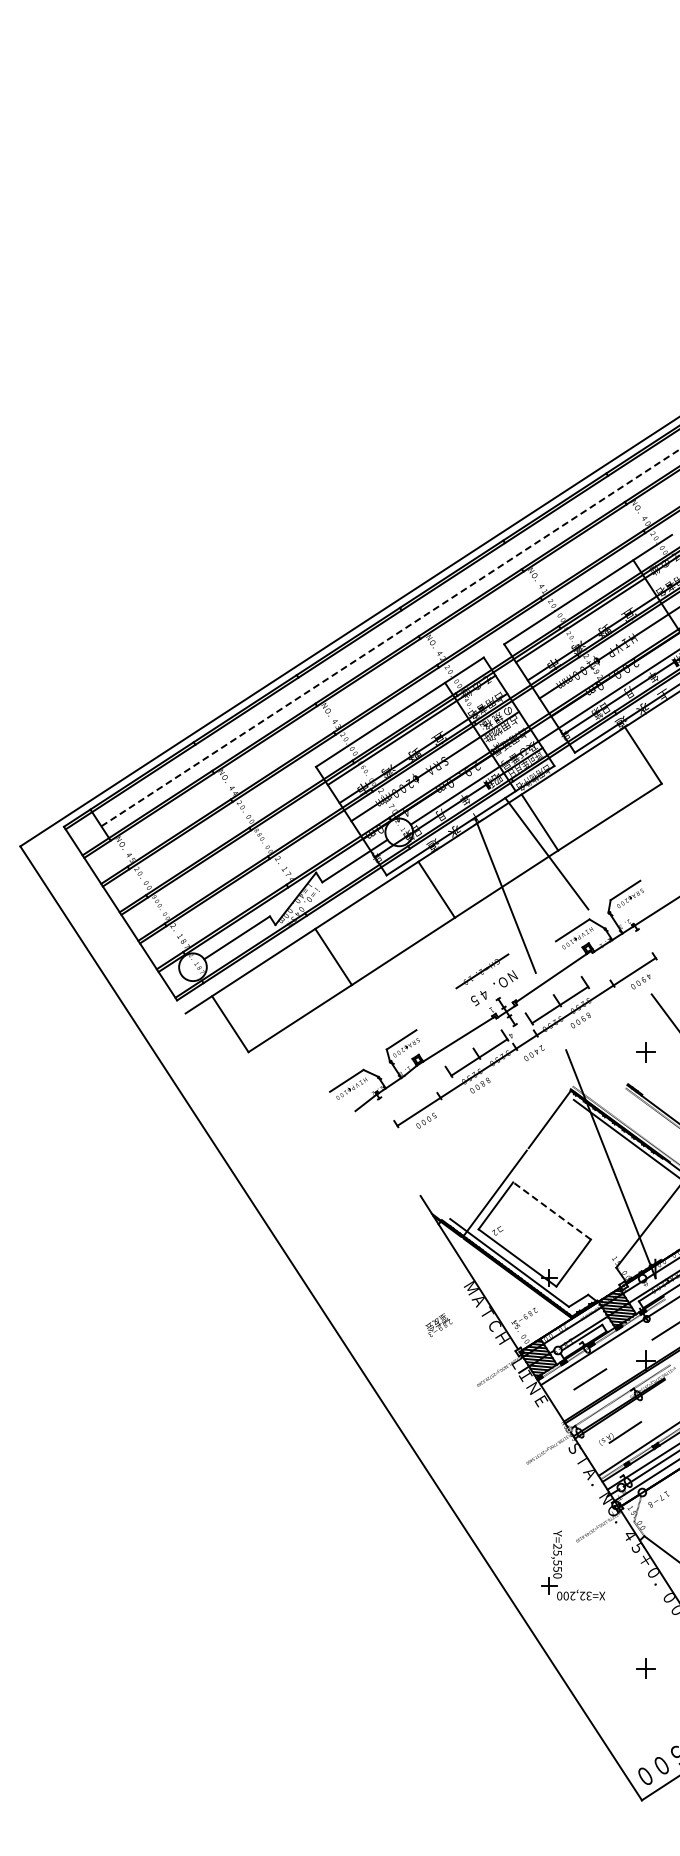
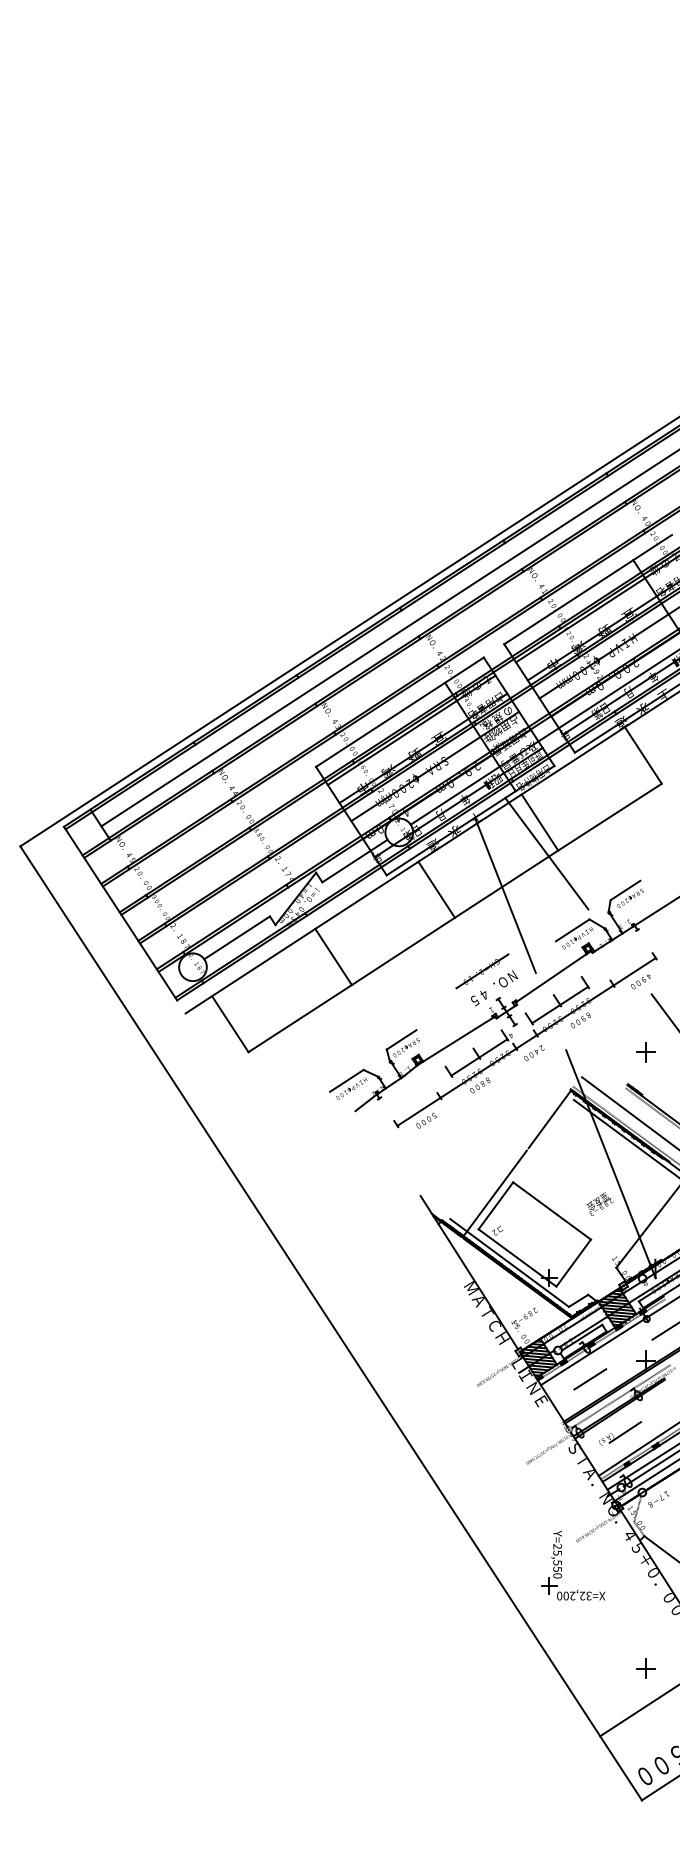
line at (390, 638): dashed -> solid
line at (629, 1112): none -> present
line at (551, 1210): dashed -> solid
text at (438, 1324) position: (438, 1324) -> (599, 1203)
line at (638, 1711): none -> present
